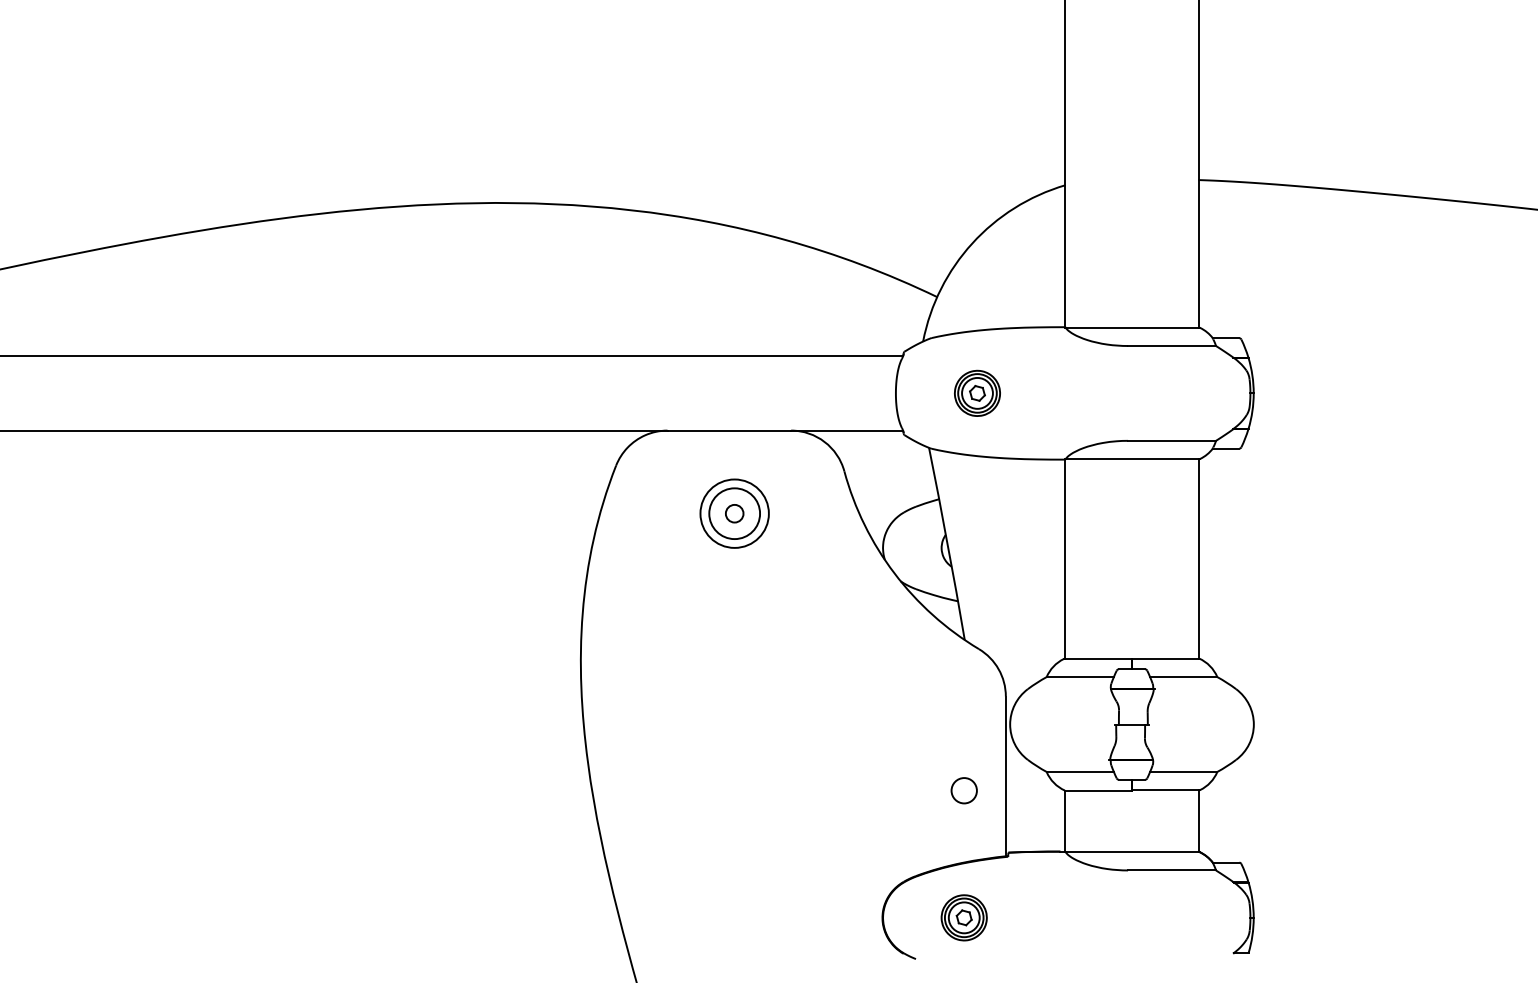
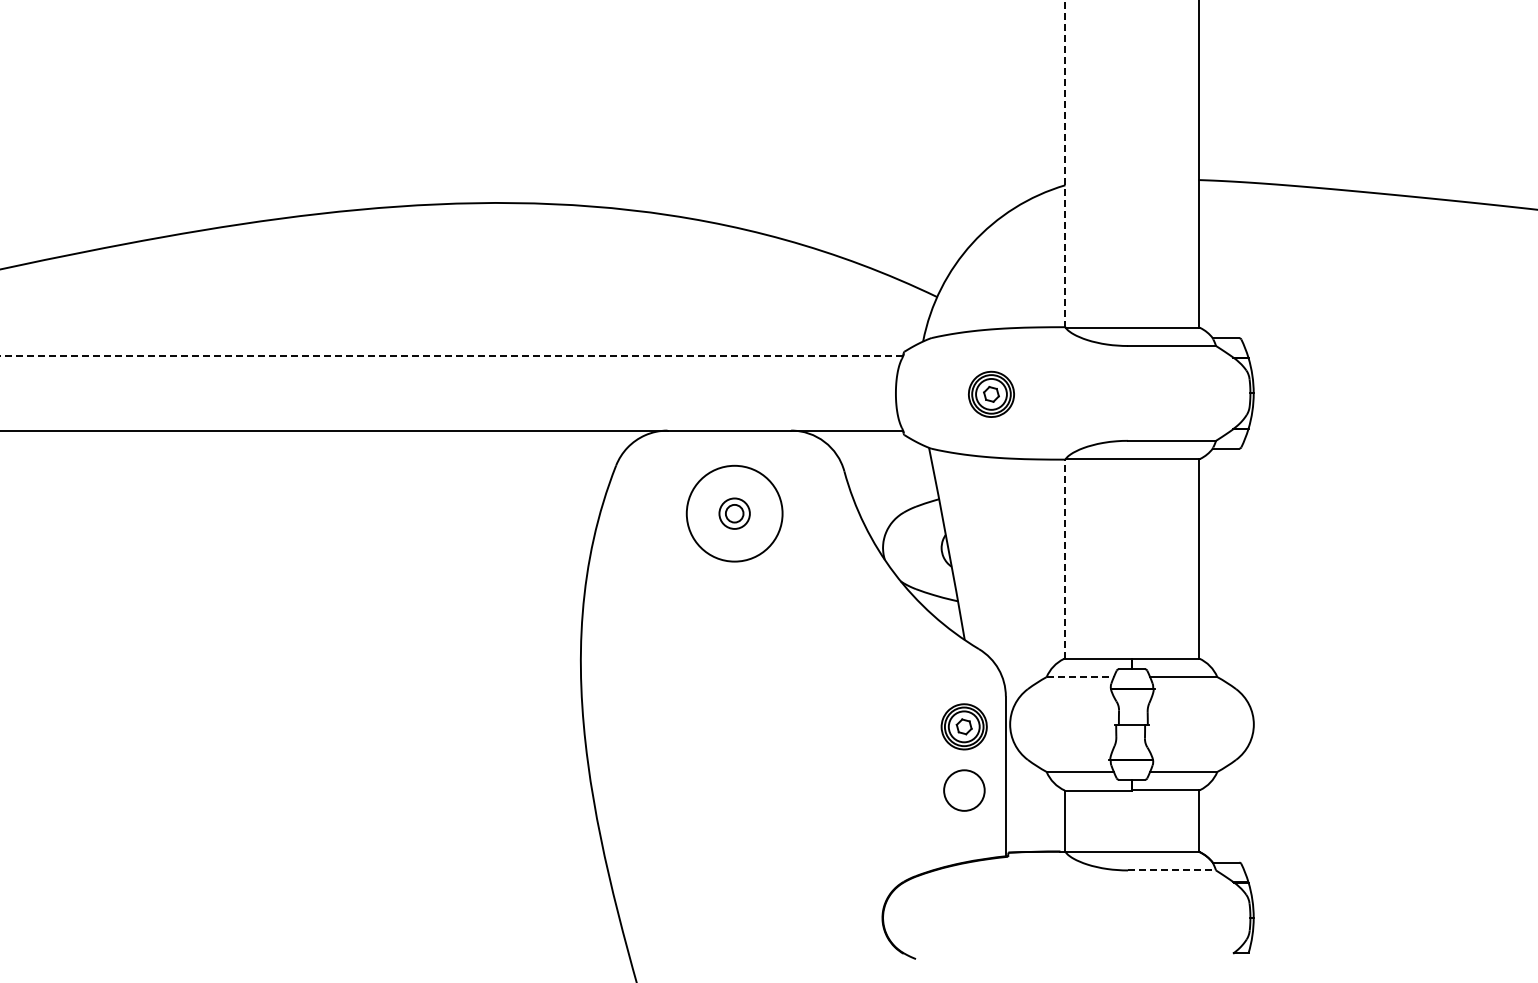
line at (1065, 163): solid -> dashed
line at (451, 356): solid -> dashed
part at (977, 392) position: (977, 392) -> (991, 393)
circle at (734, 513) diameter: 51 px -> 30 px
circle at (734, 513) diameter: 68 px -> 96 px
line at (1065, 559): solid -> dashed
line at (1080, 677): solid -> dashed
circle at (963, 790) size: 28x28 px -> 43x43 px
line at (1172, 870): solid -> dashed
part at (963, 917) position: (963, 917) -> (963, 726)
